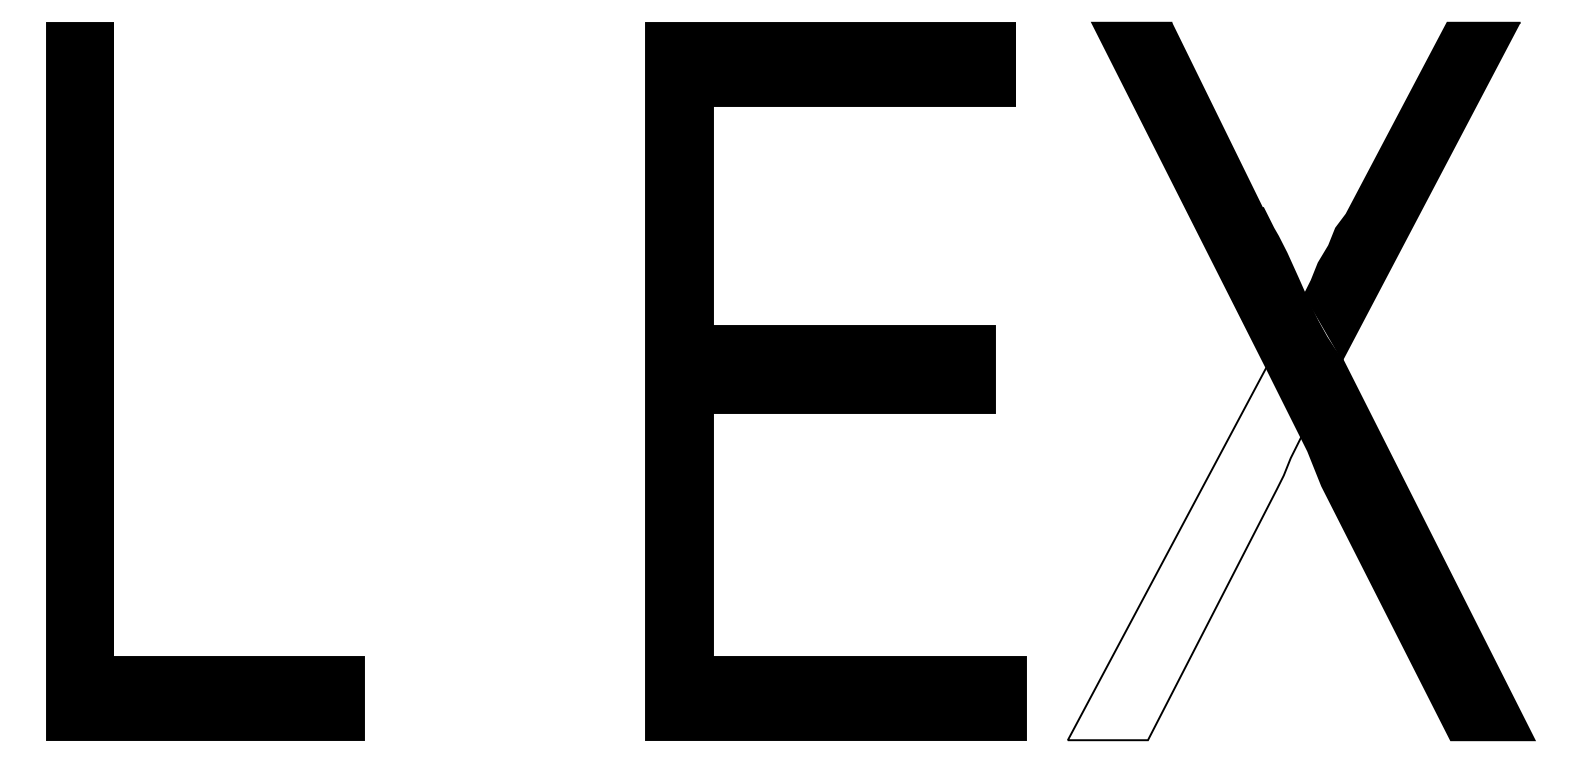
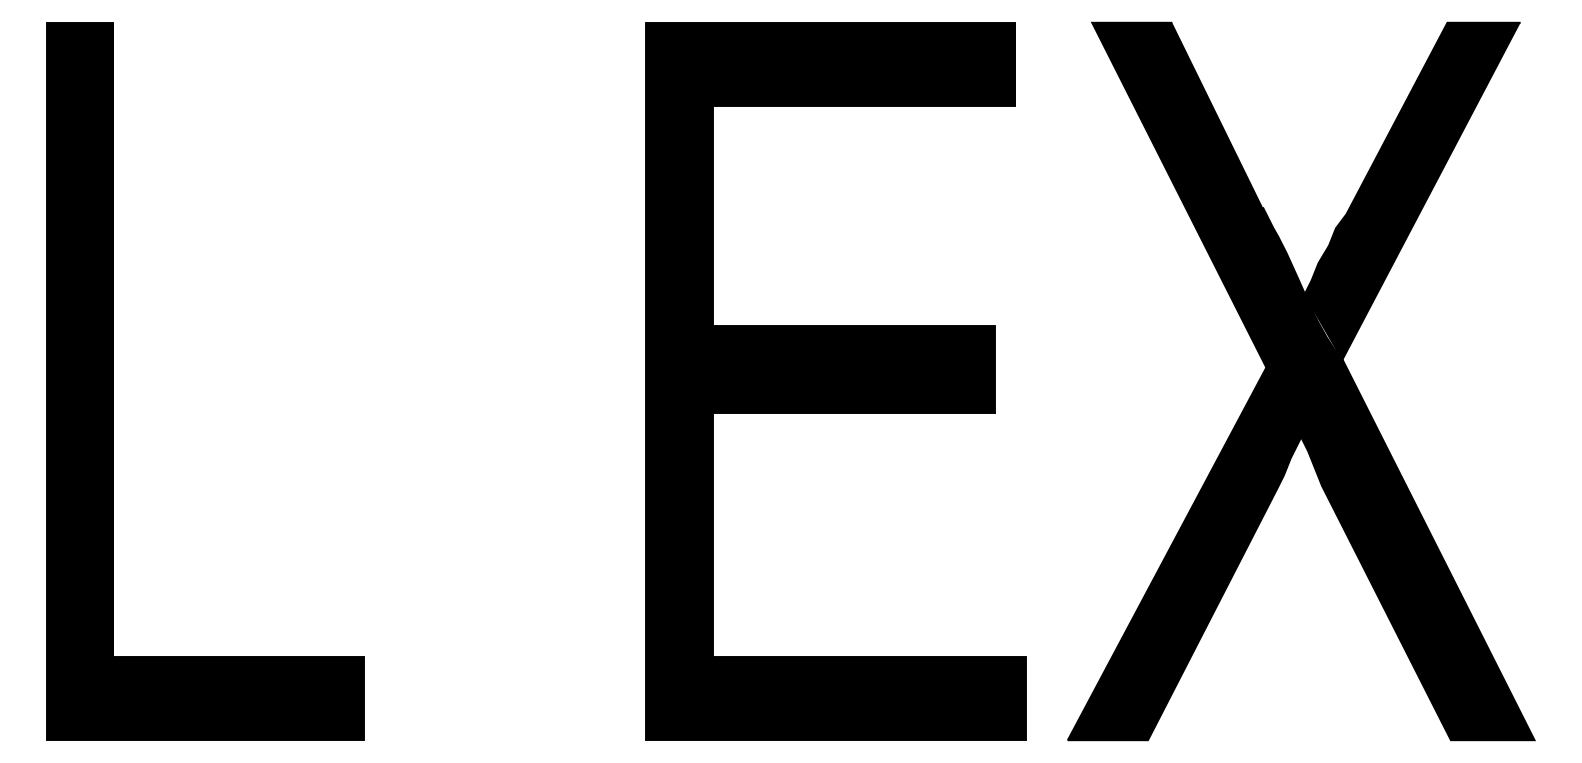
fill at (1184, 553): none -> present
